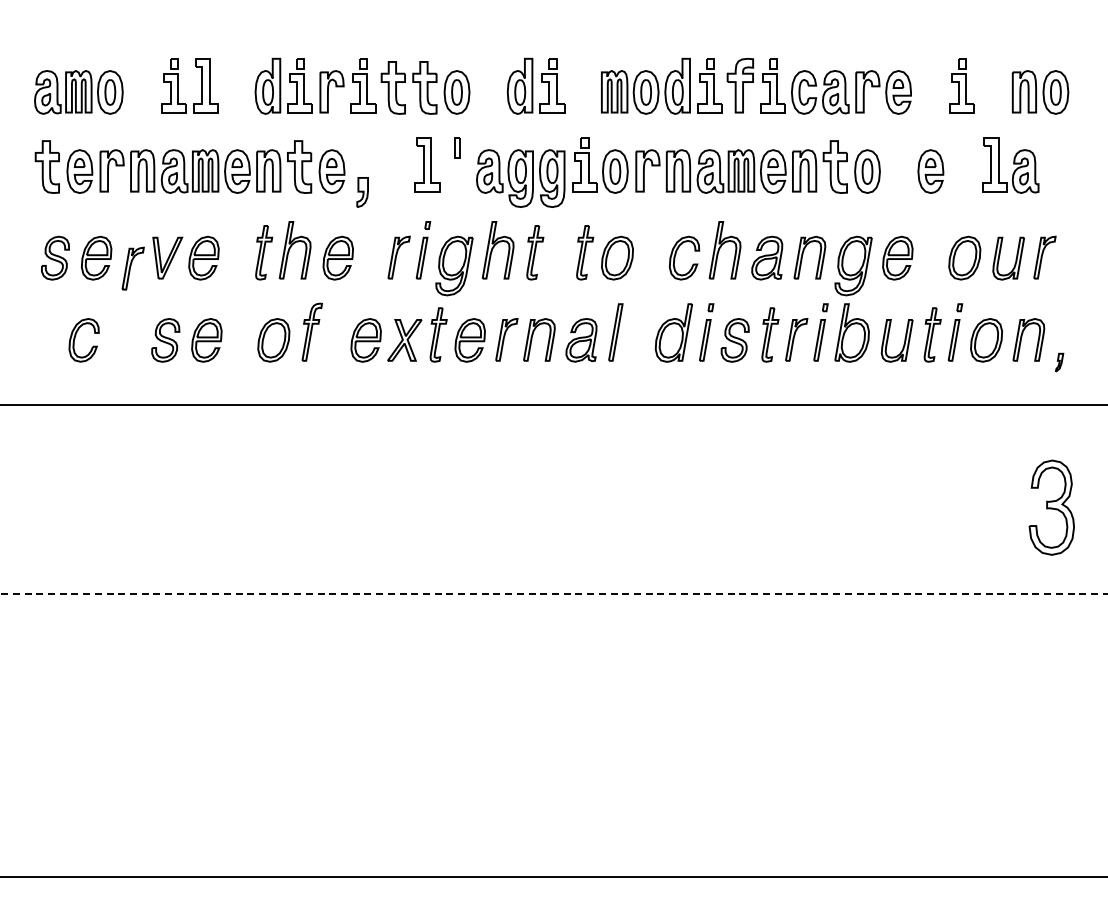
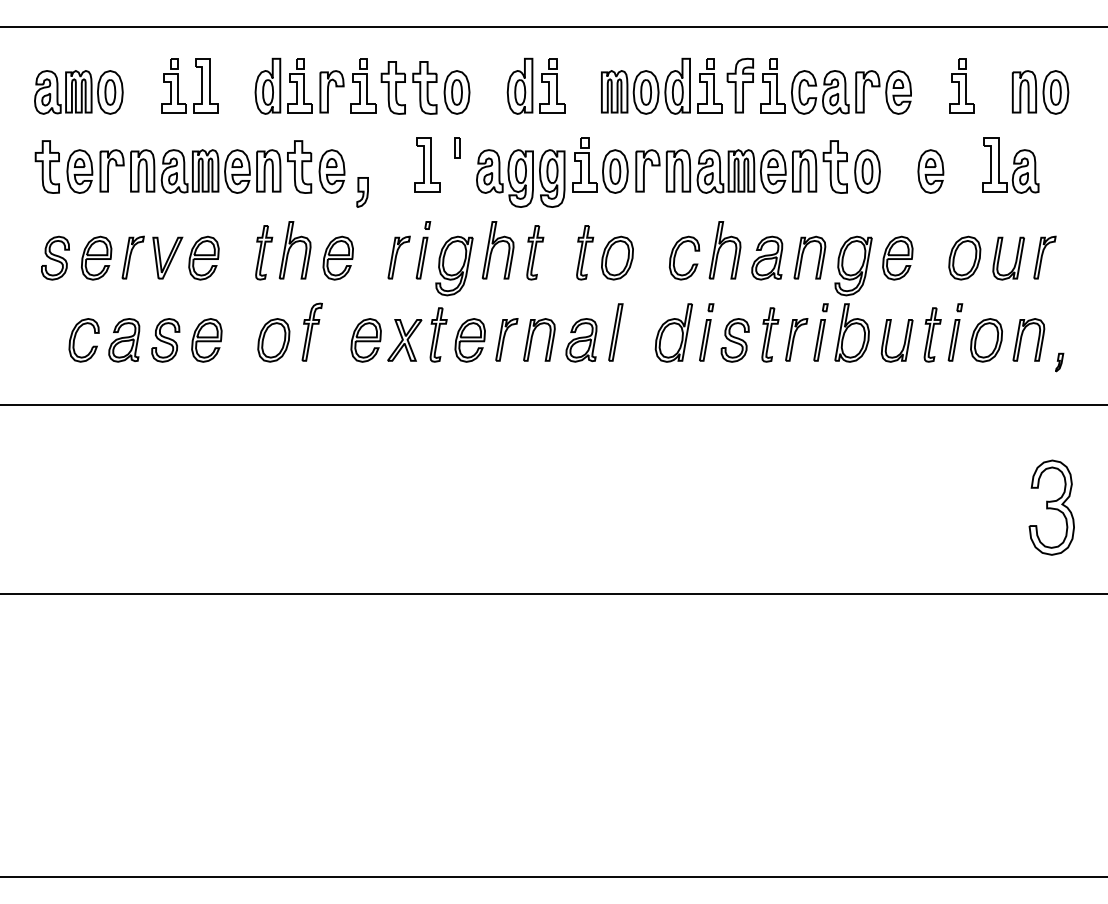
line at (553, 27): none -> present
part at (132, 268) position: (132, 268) -> (132, 257)
part at (124, 340): none -> present
line at (553, 593): dashed -> solid
